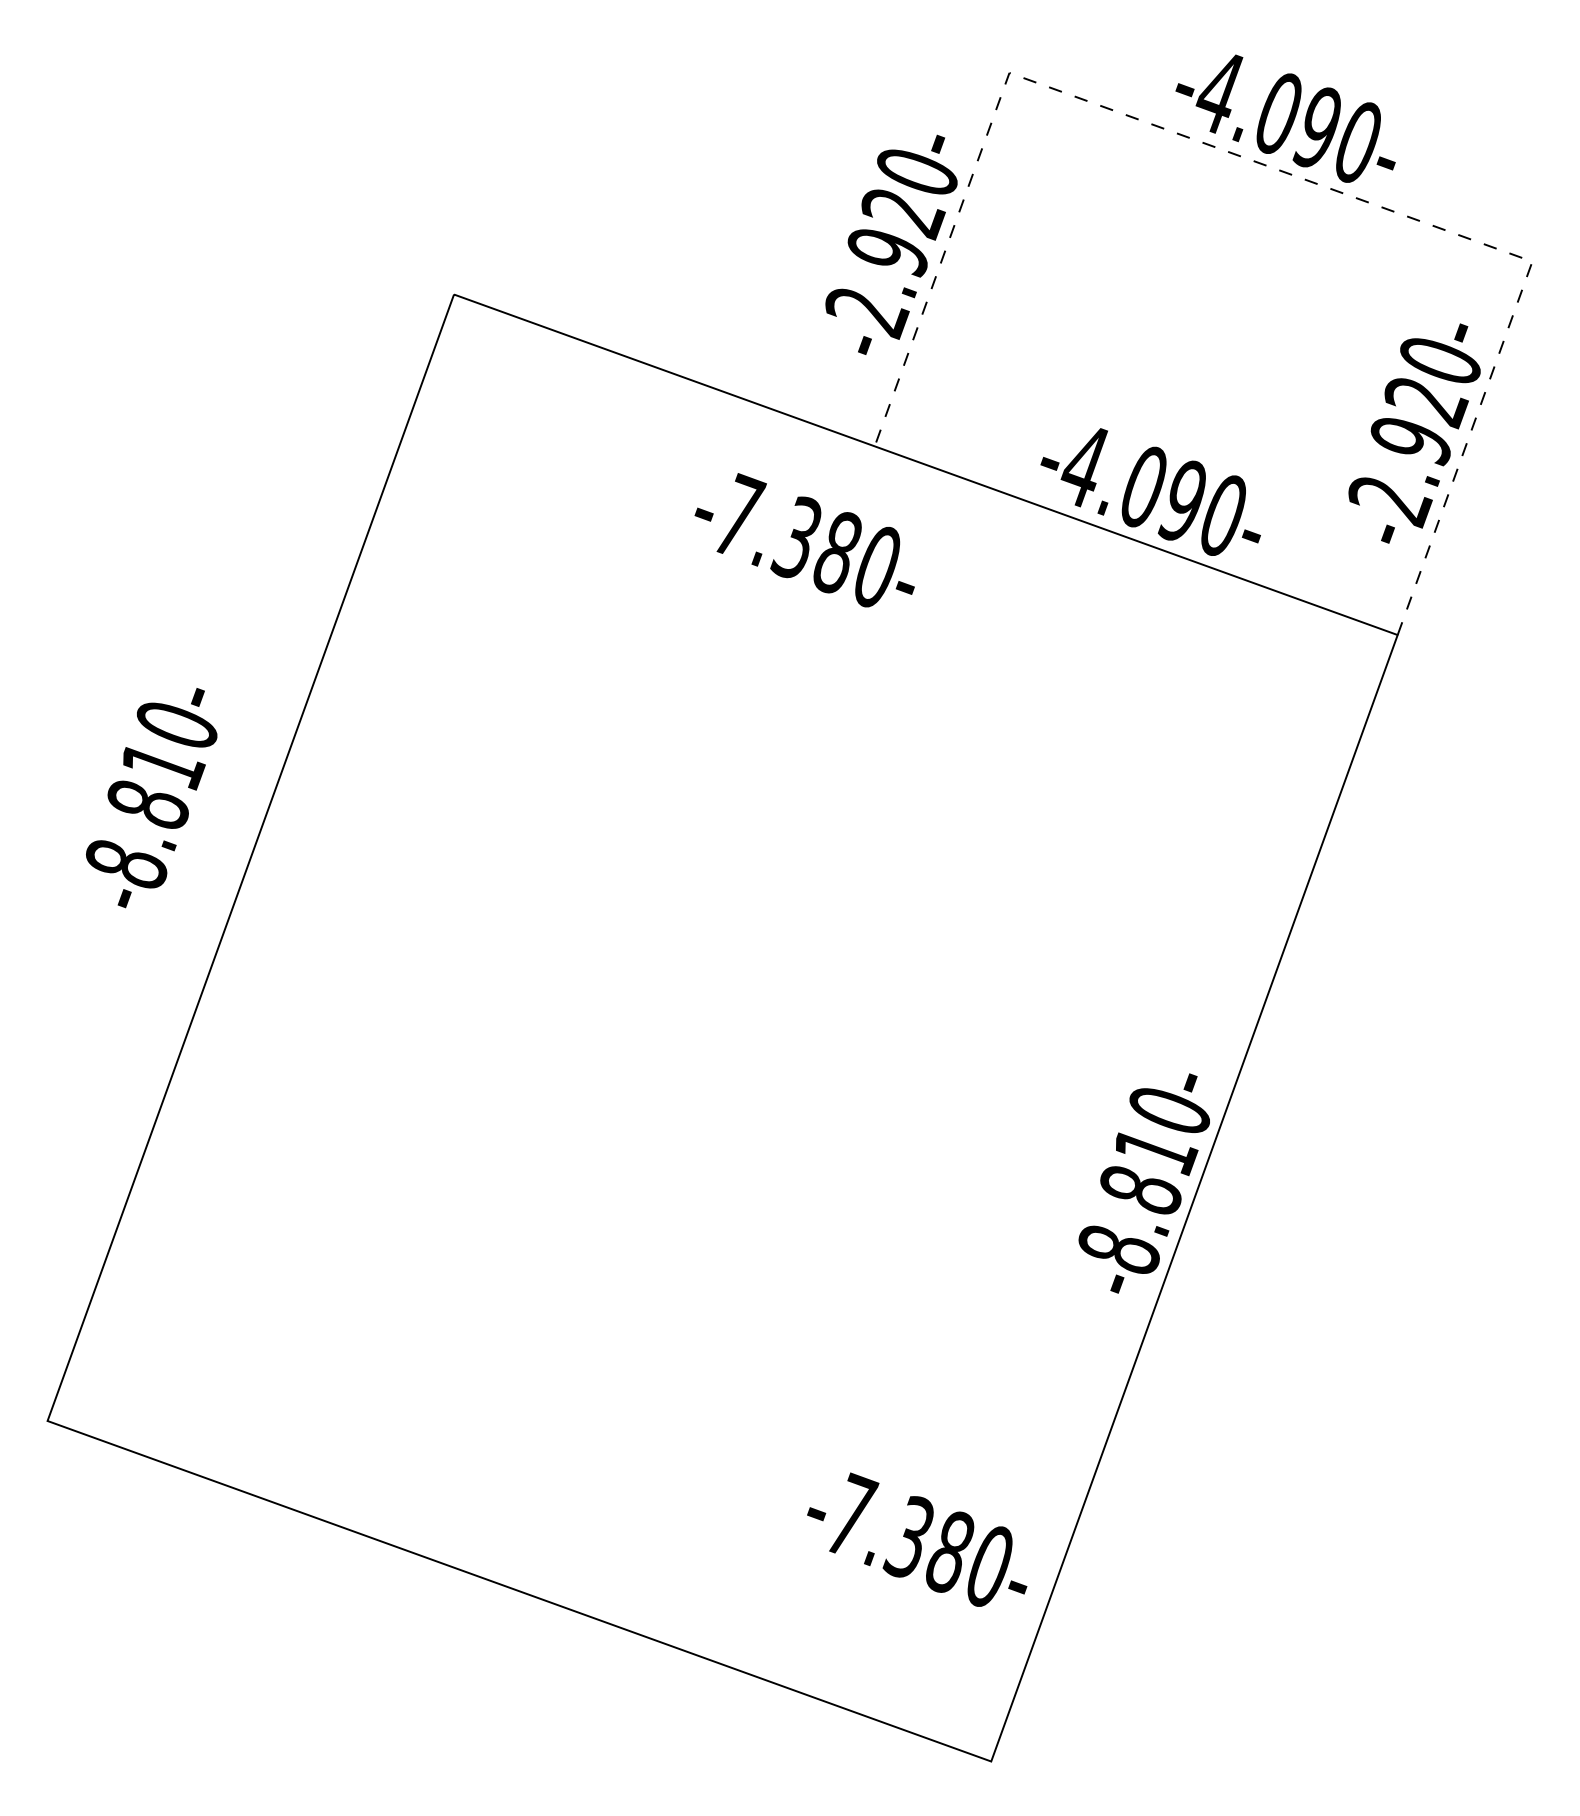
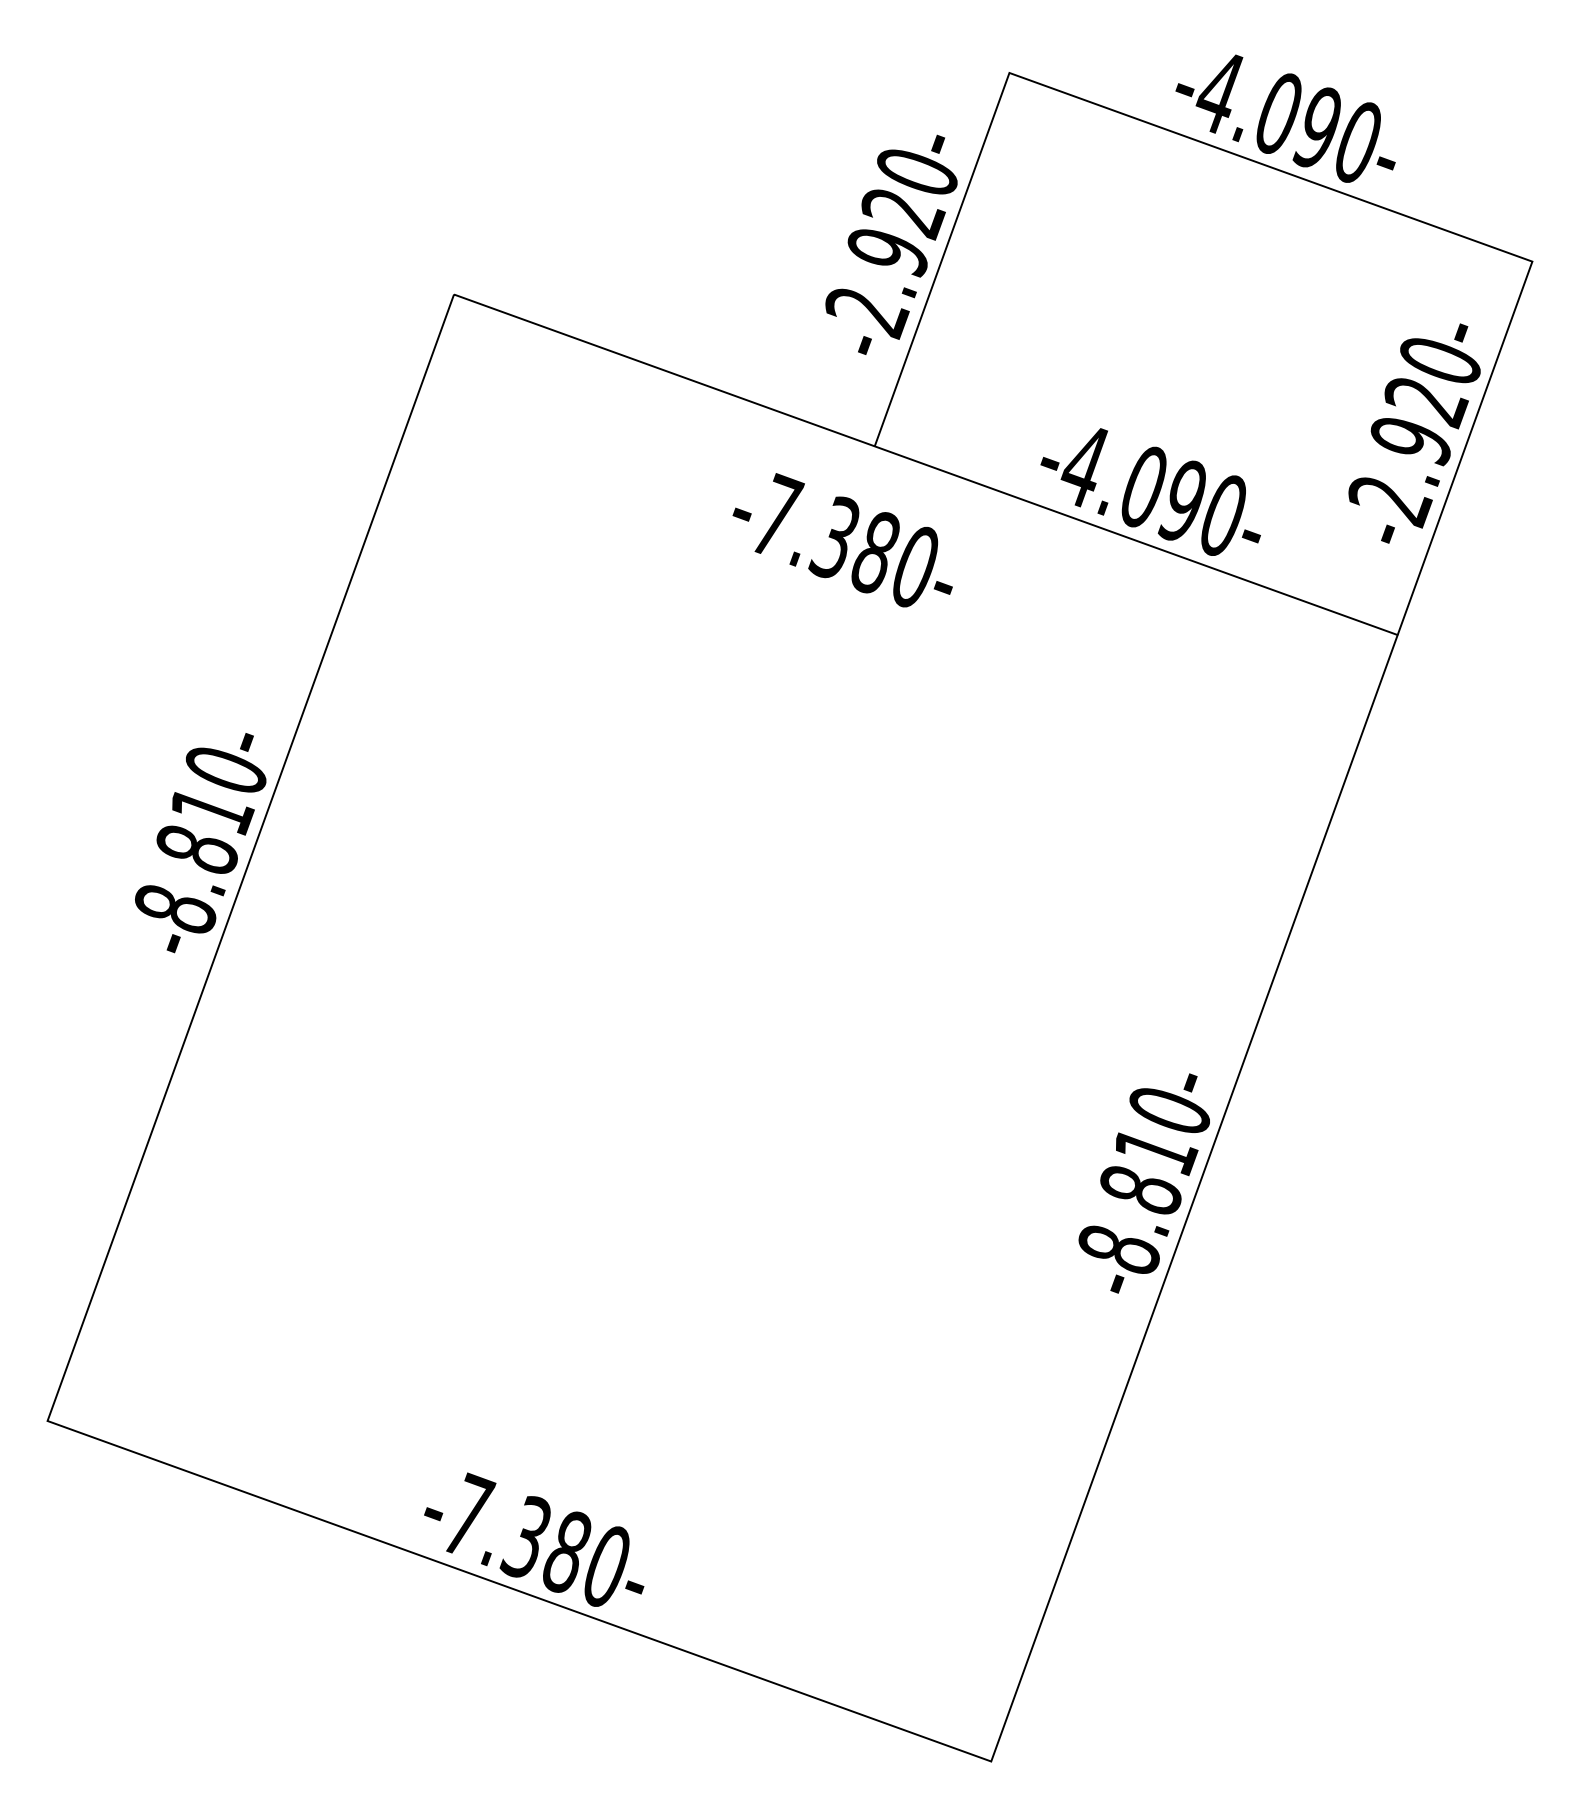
line at (1270, 167): dashed -> solid
text at (804, 540) position: (804, 540) -> (842, 540)
text at (151, 798) position: (151, 798) -> (200, 843)
text at (917, 1539) position: (917, 1539) -> (534, 1539)
